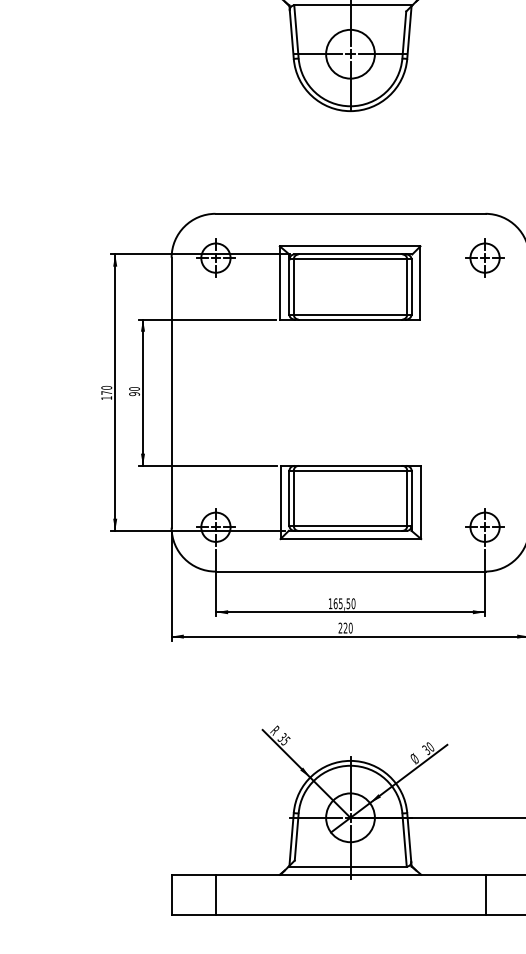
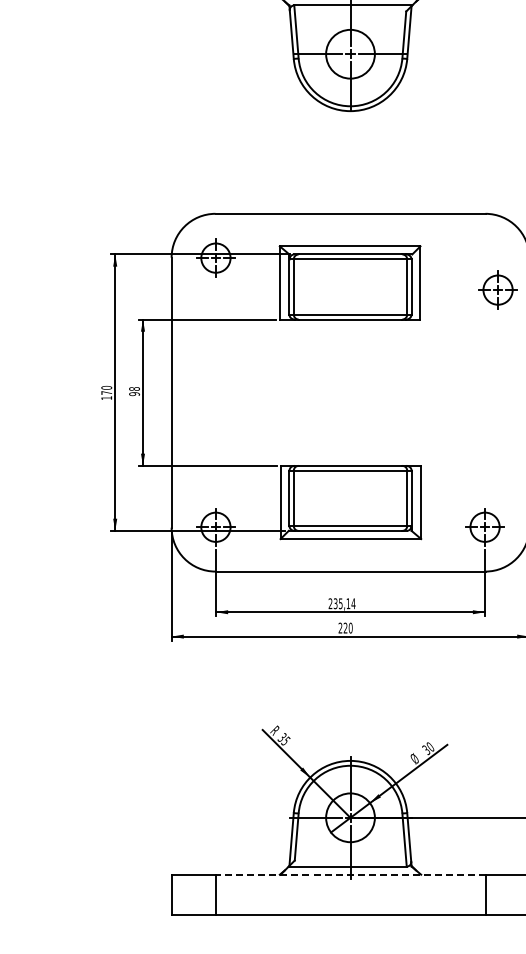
part at (484, 257) position: (484, 257) -> (497, 289)
text at (134, 388): 90 -> 98
text at (341, 603): 165,50 -> 235,14
line at (350, 874): solid -> dashed
